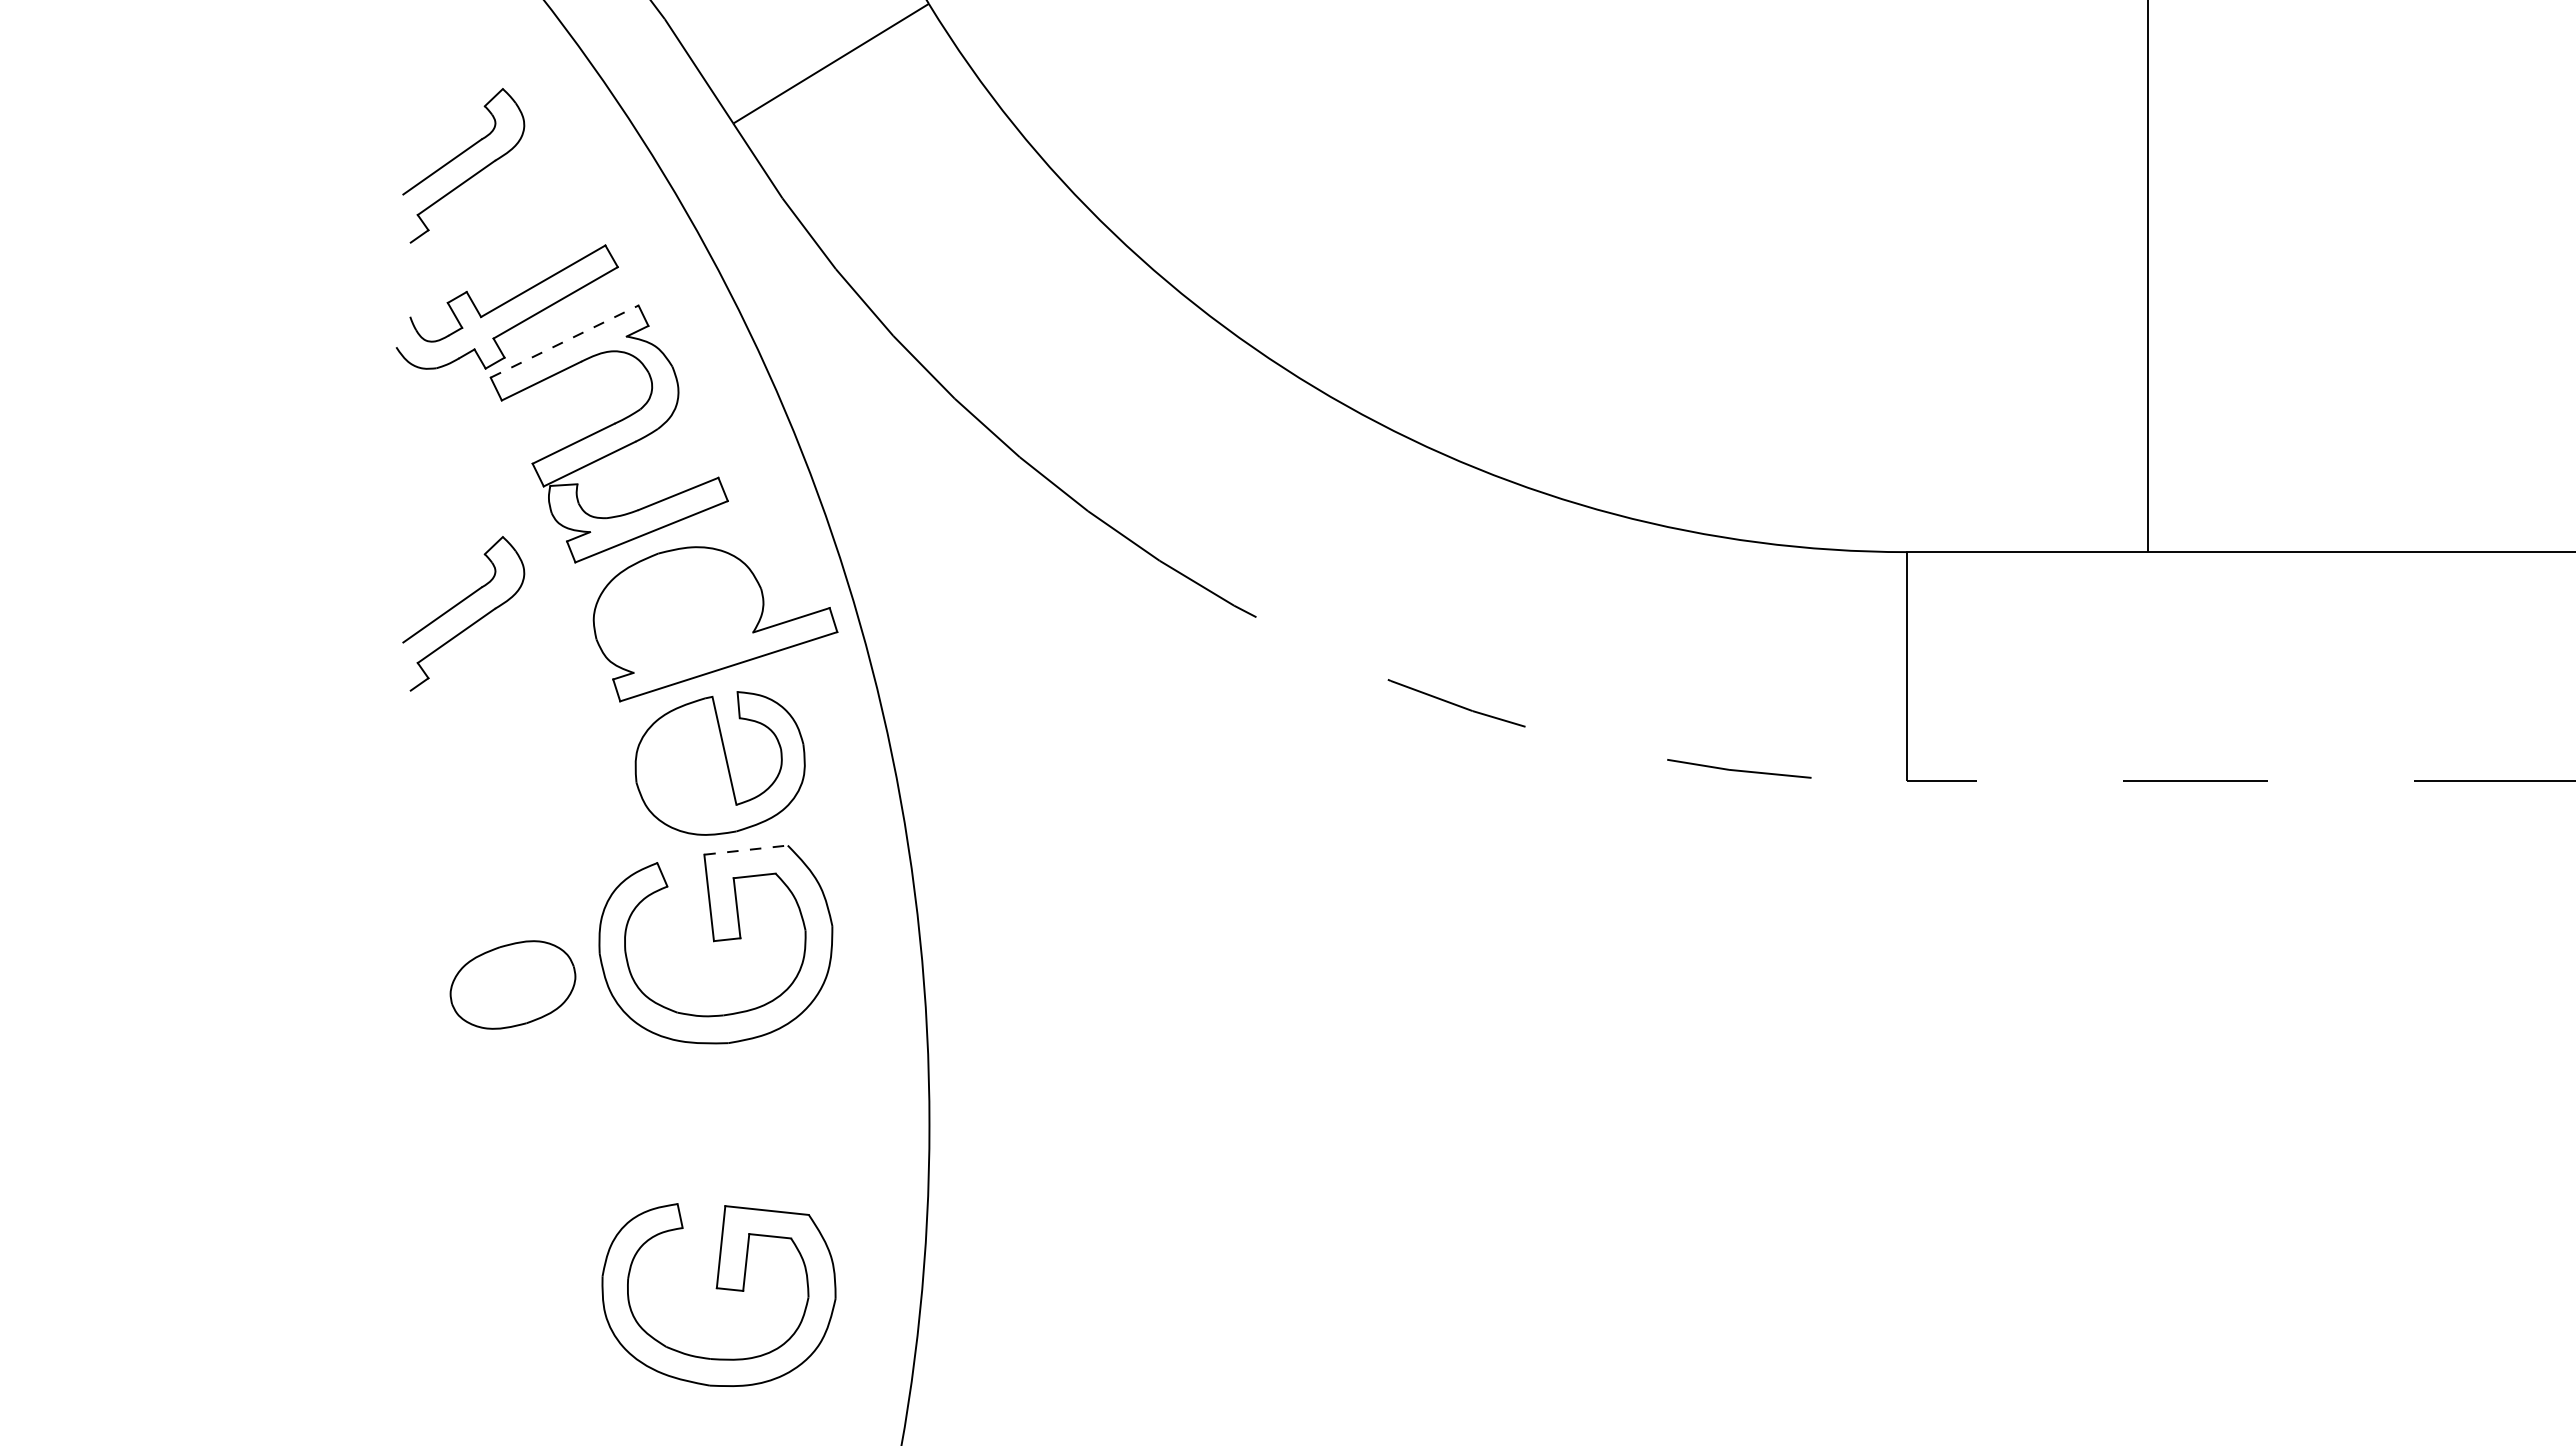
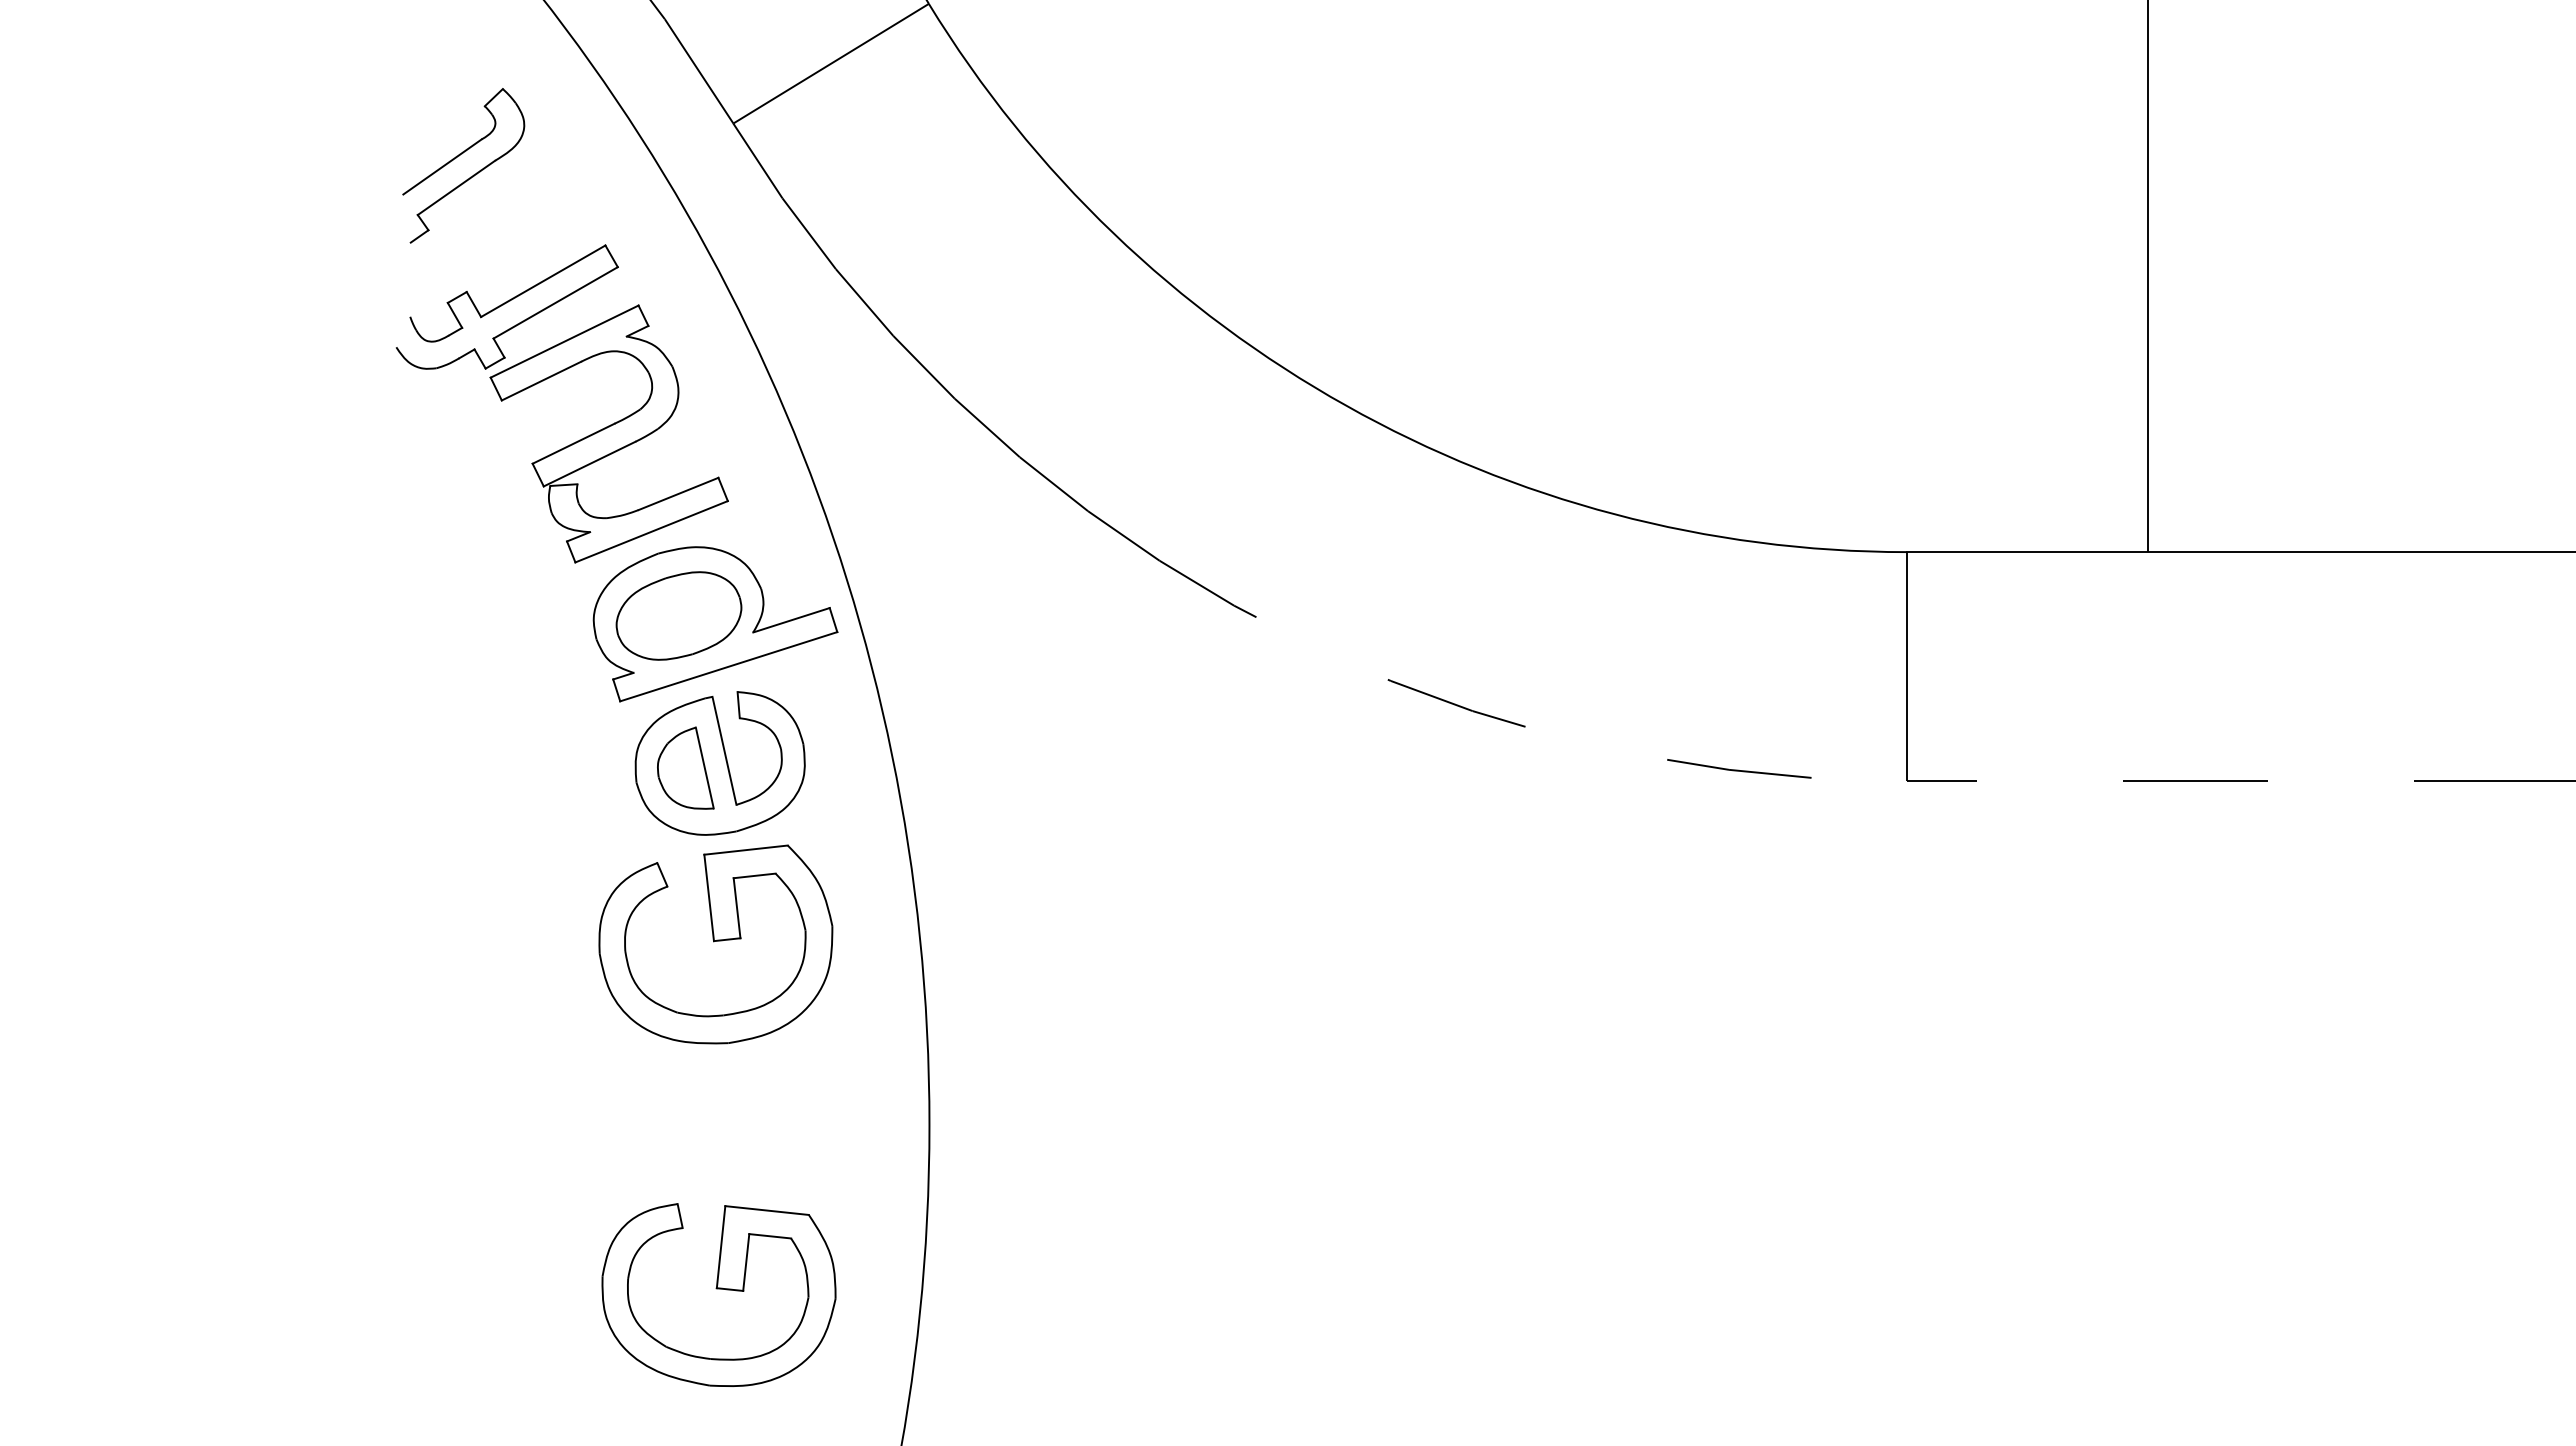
line at (565, 341): dashed -> solid
part at (459, 604): present -> none
part at (685, 767): none -> present
line at (746, 850): dashed -> solid
part at (512, 984) position: (512, 984) -> (678, 615)
